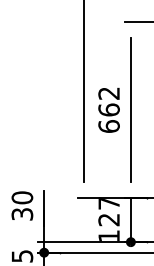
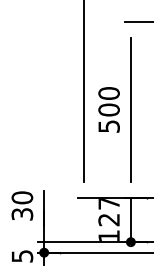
text at (108, 109): 662 -> 500
